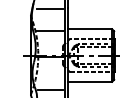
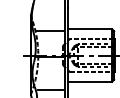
line at (49, 9): present -> none
